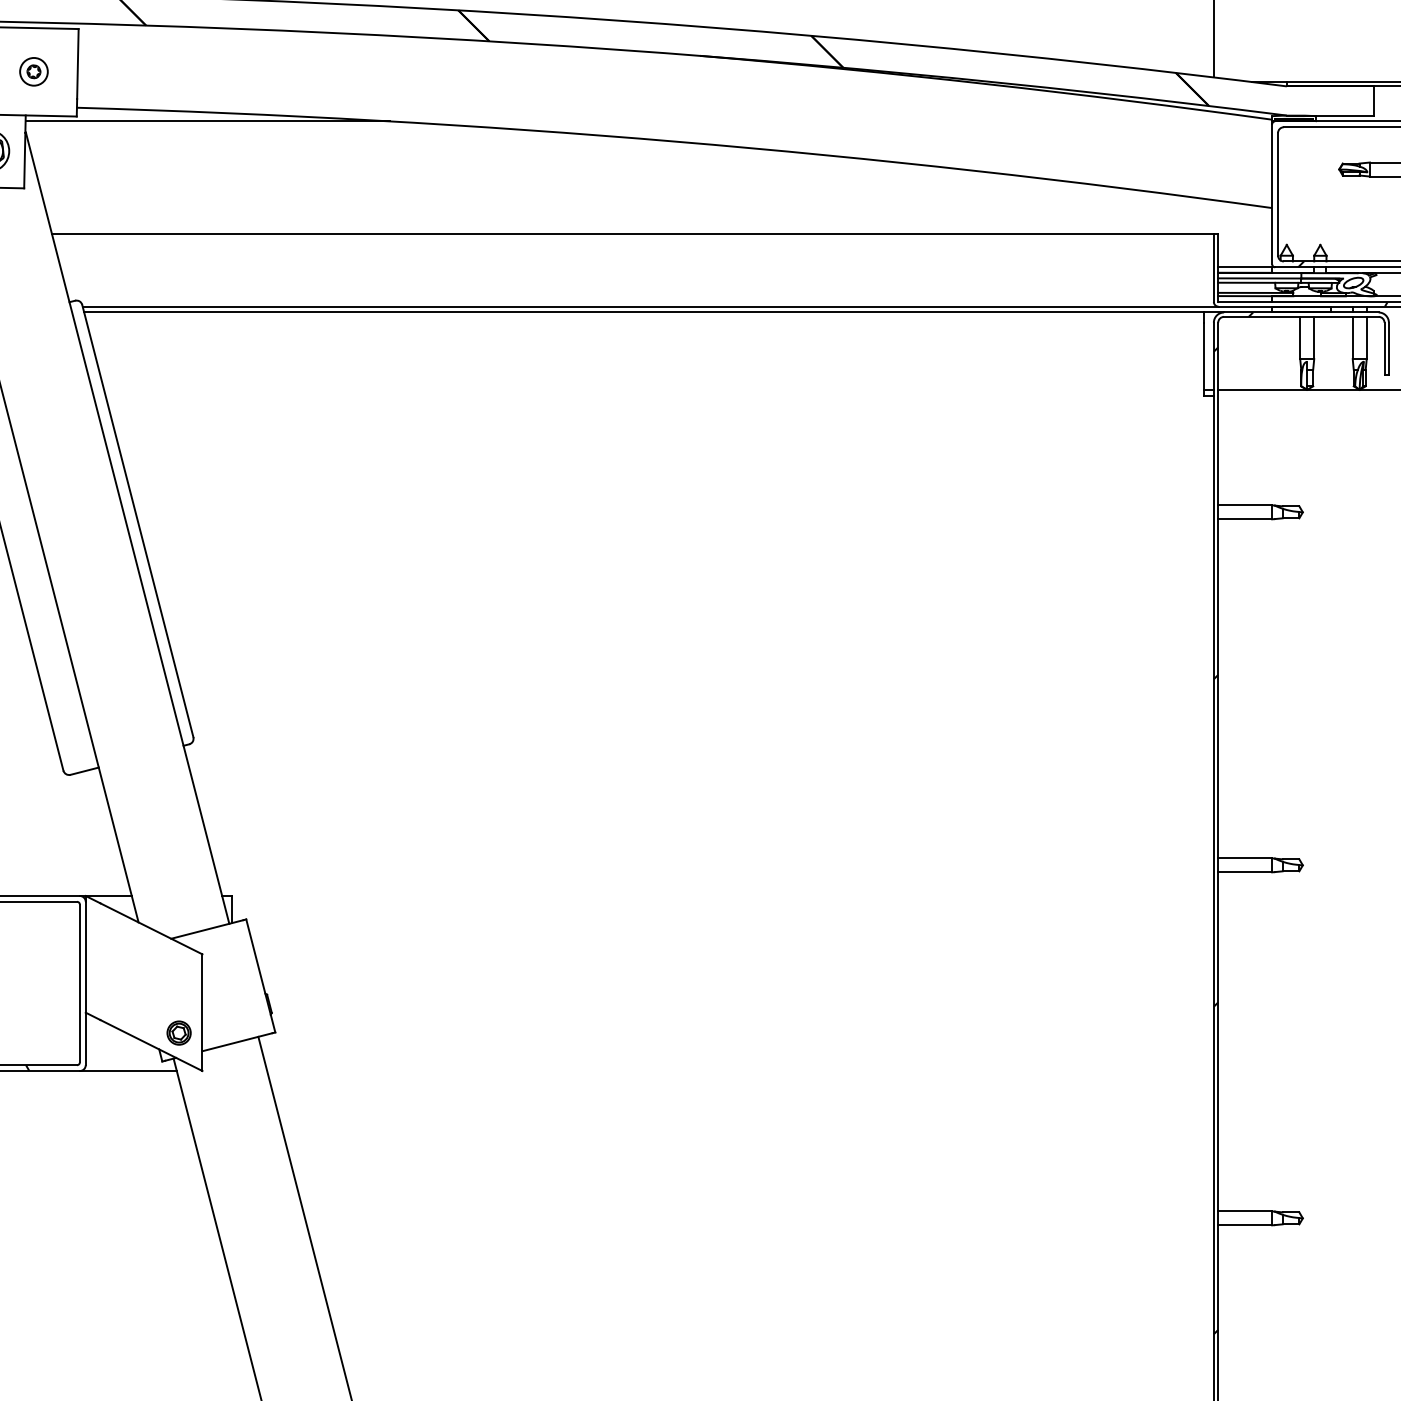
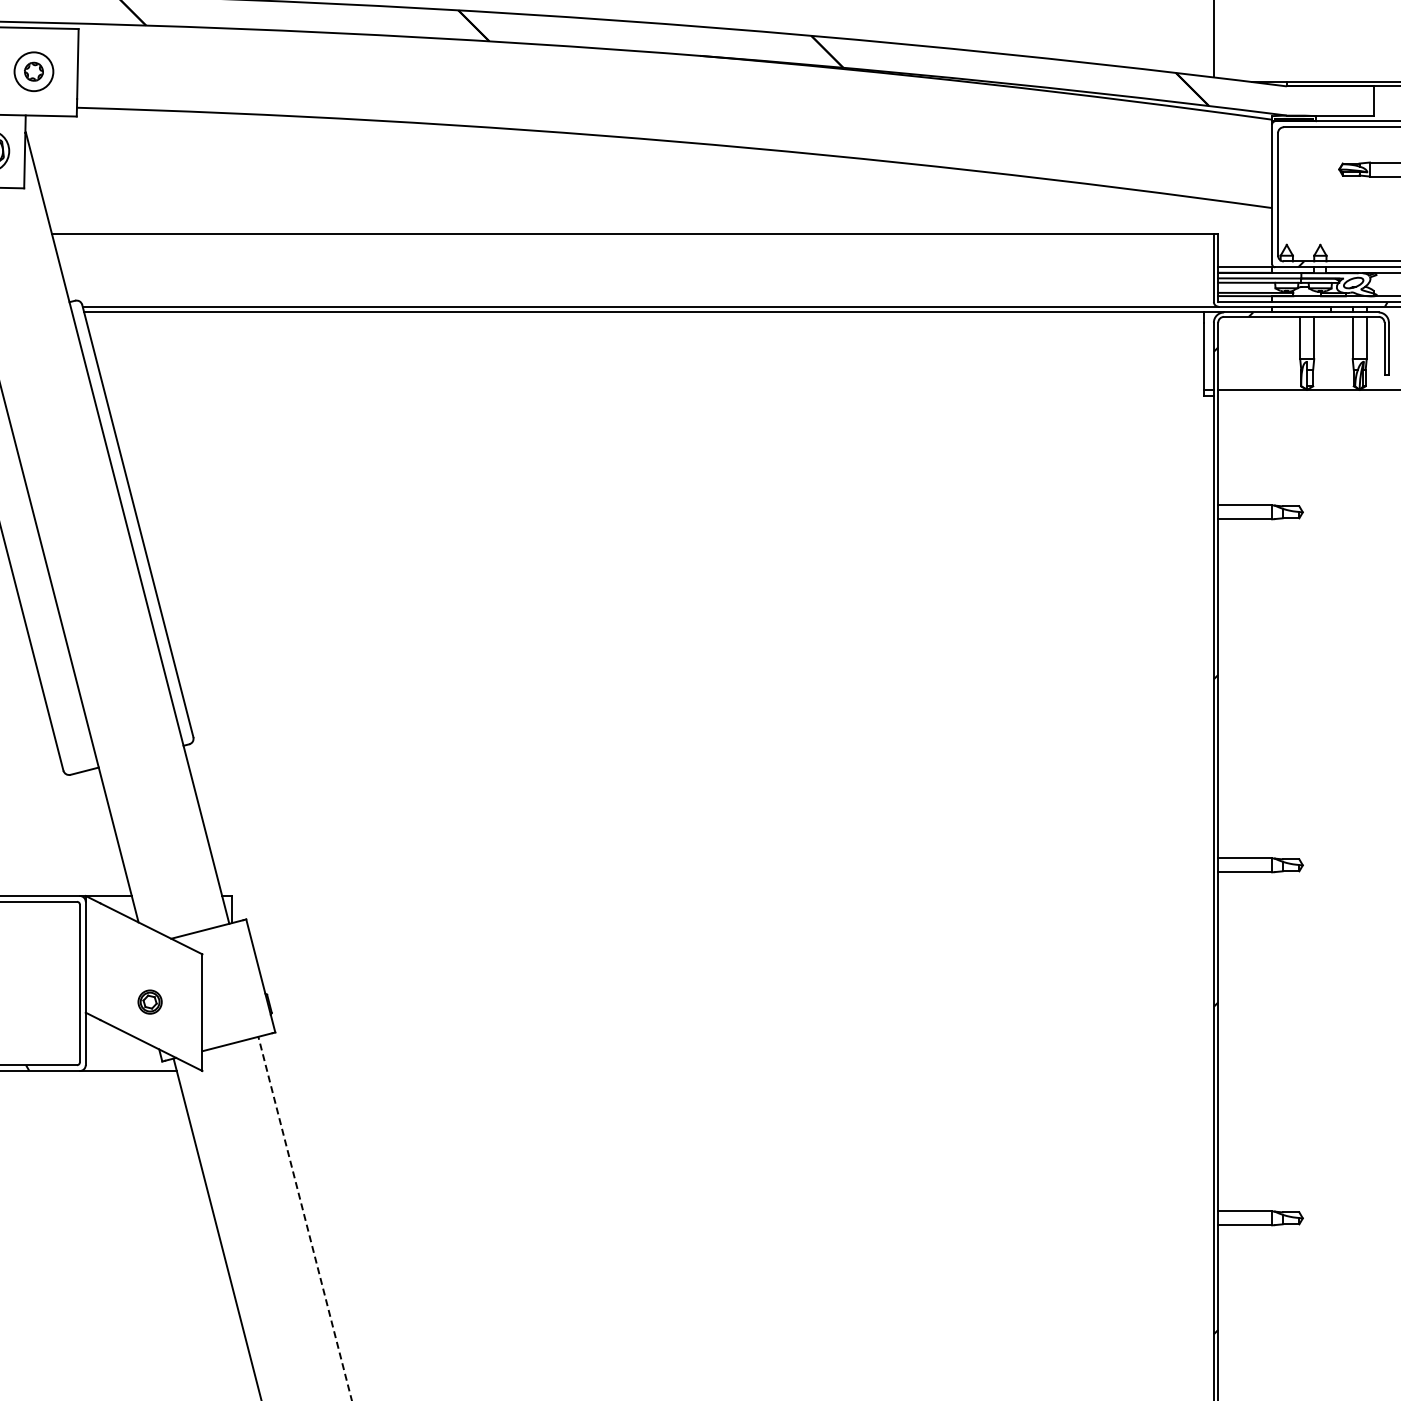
part at (33, 71) size: 30x30 px -> 42x41 px
line at (207, 121): present -> none
part at (178, 1032) position: (178, 1032) -> (149, 1001)
line at (305, 1218): solid -> dashed
